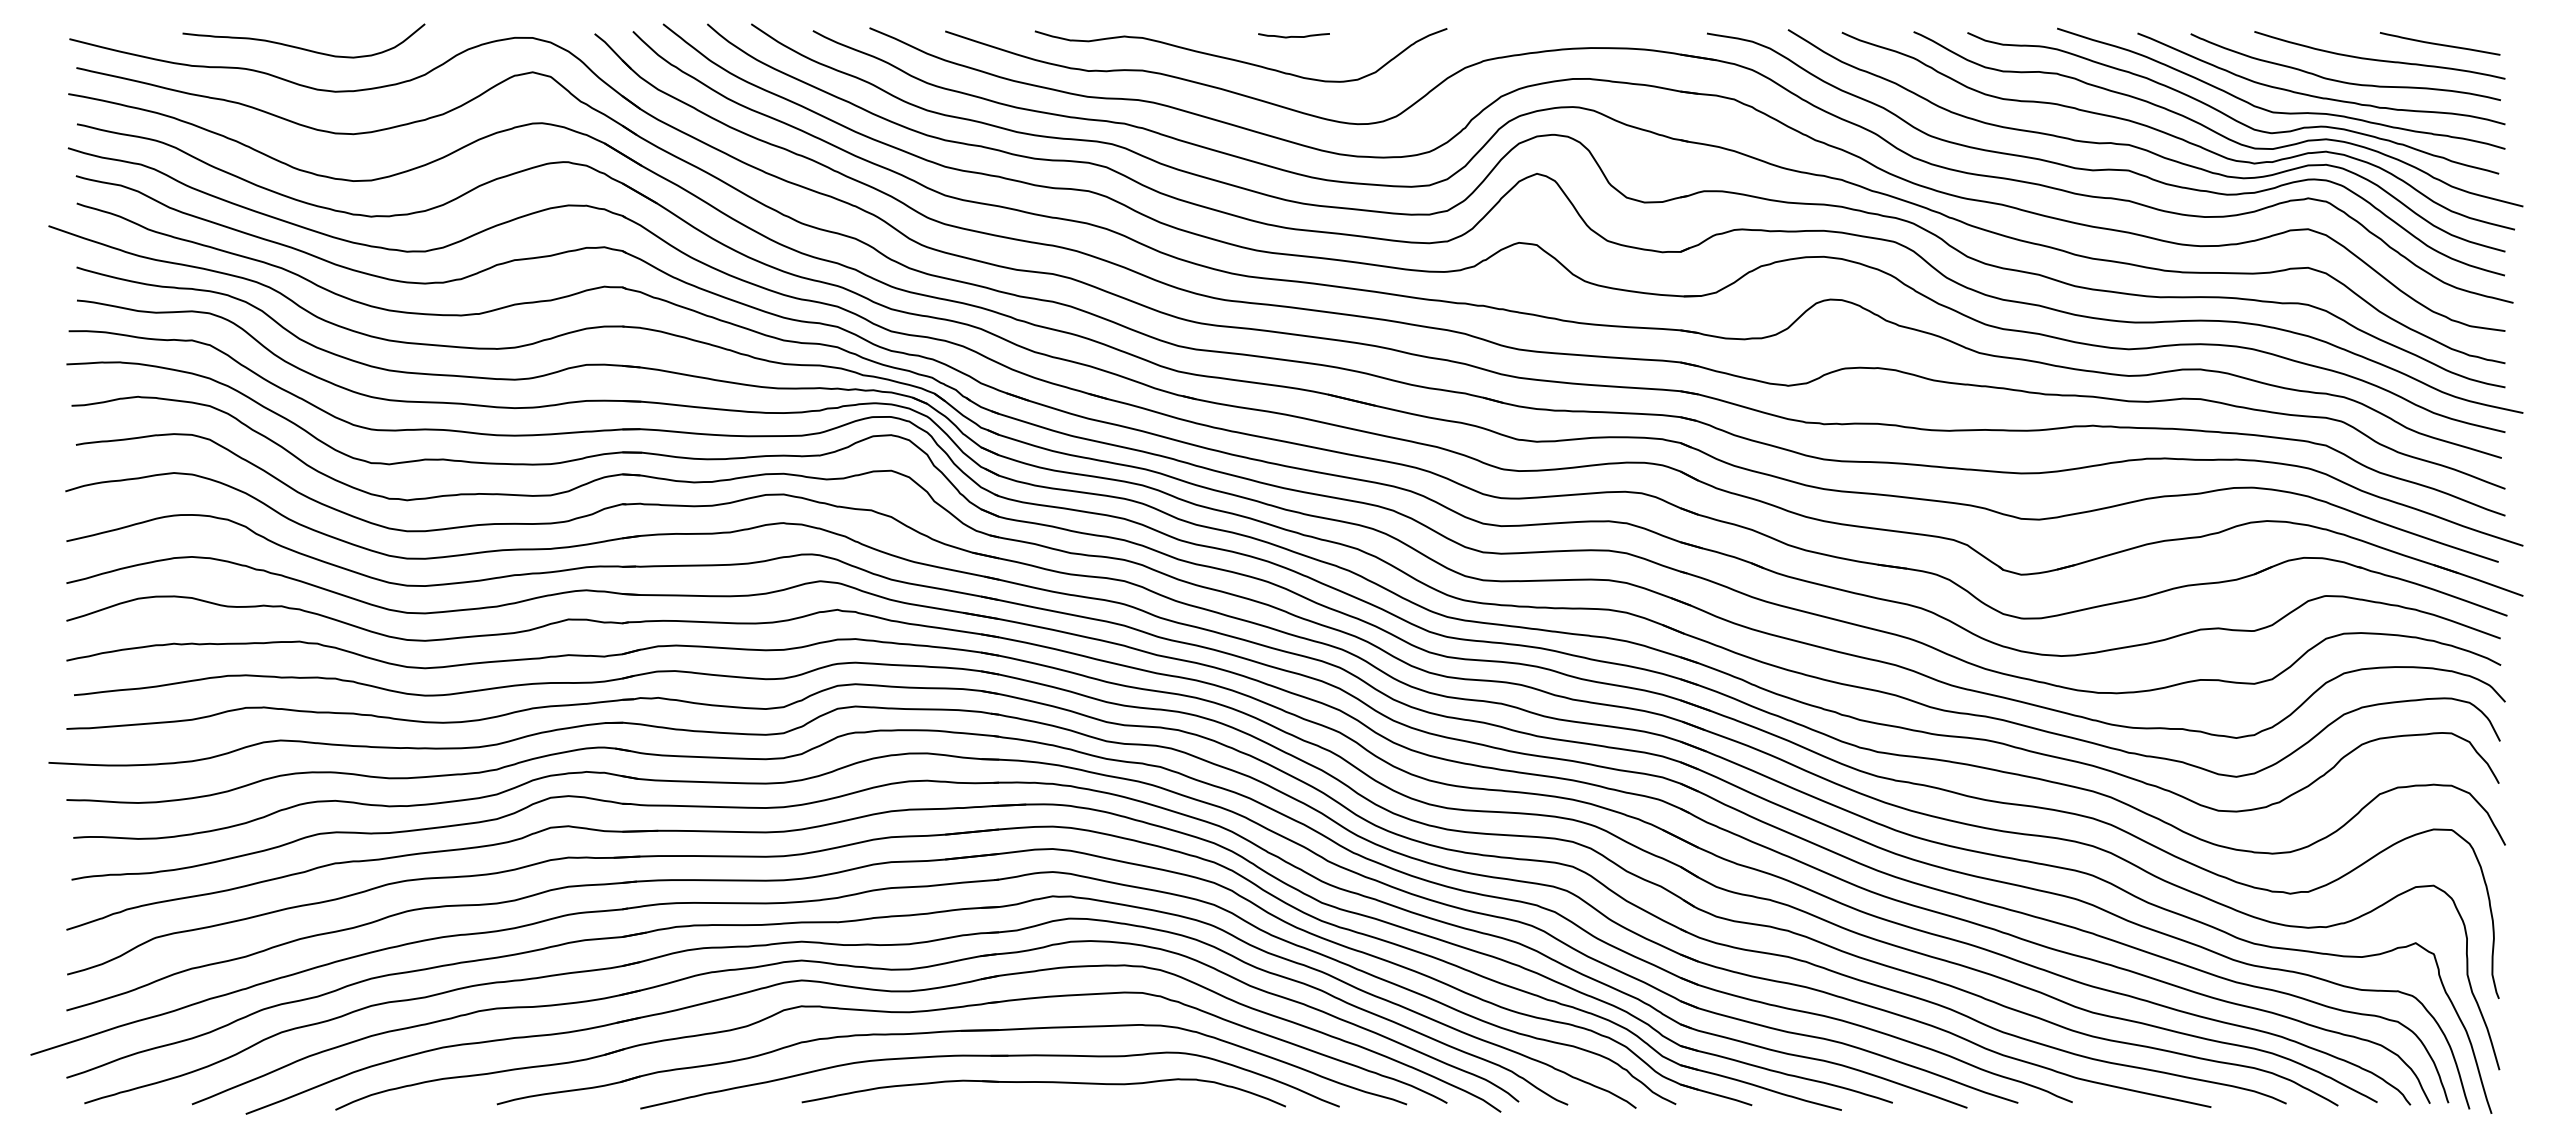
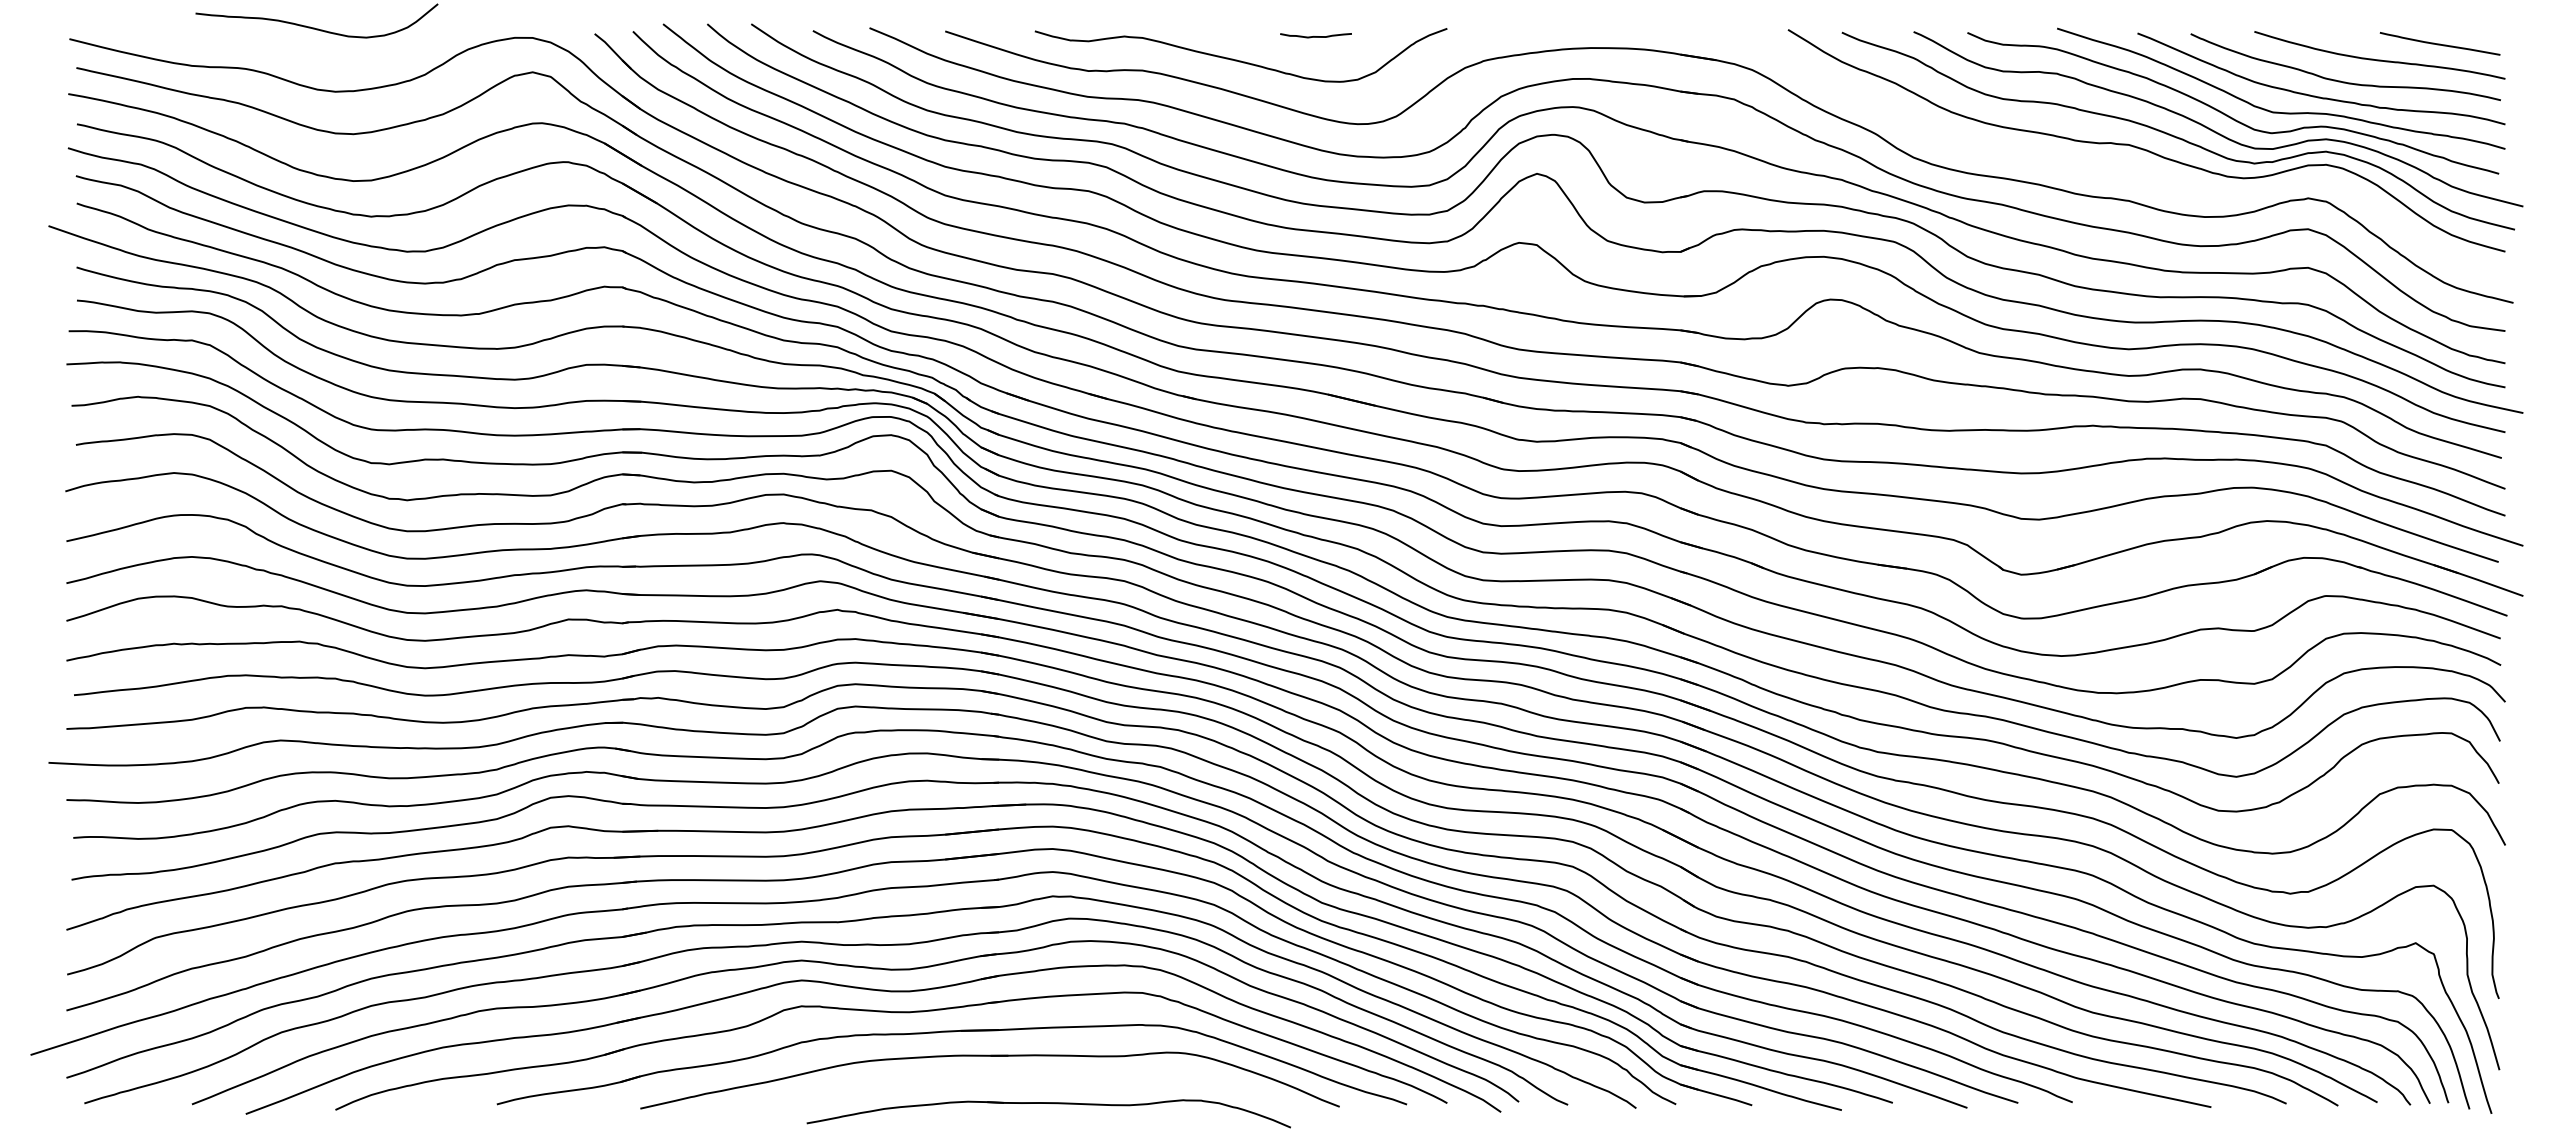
curve at (1293, 36) position: (1293, 36) -> (1315, 36)
curve at (301, 47) position: (301, 47) -> (314, 27)
curve at (2105, 168): present -> none
part at (1043, 1082) position: (1043, 1082) -> (1048, 1103)
